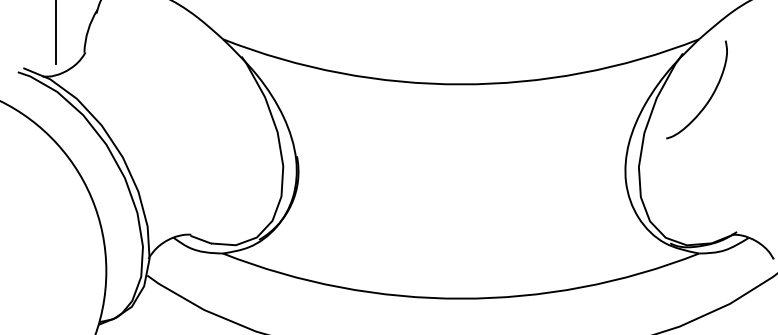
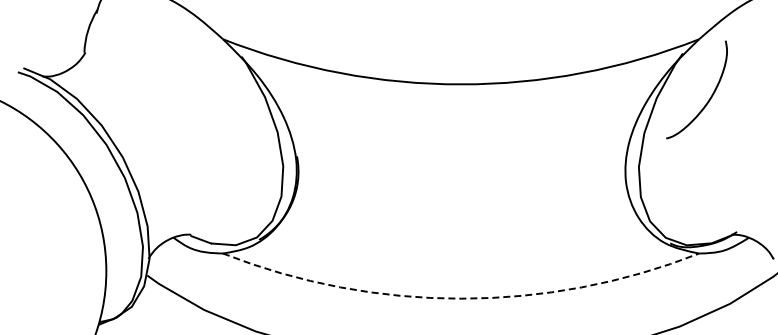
line at (55, 33): present -> none
arc at (461, 298): solid -> dashed
